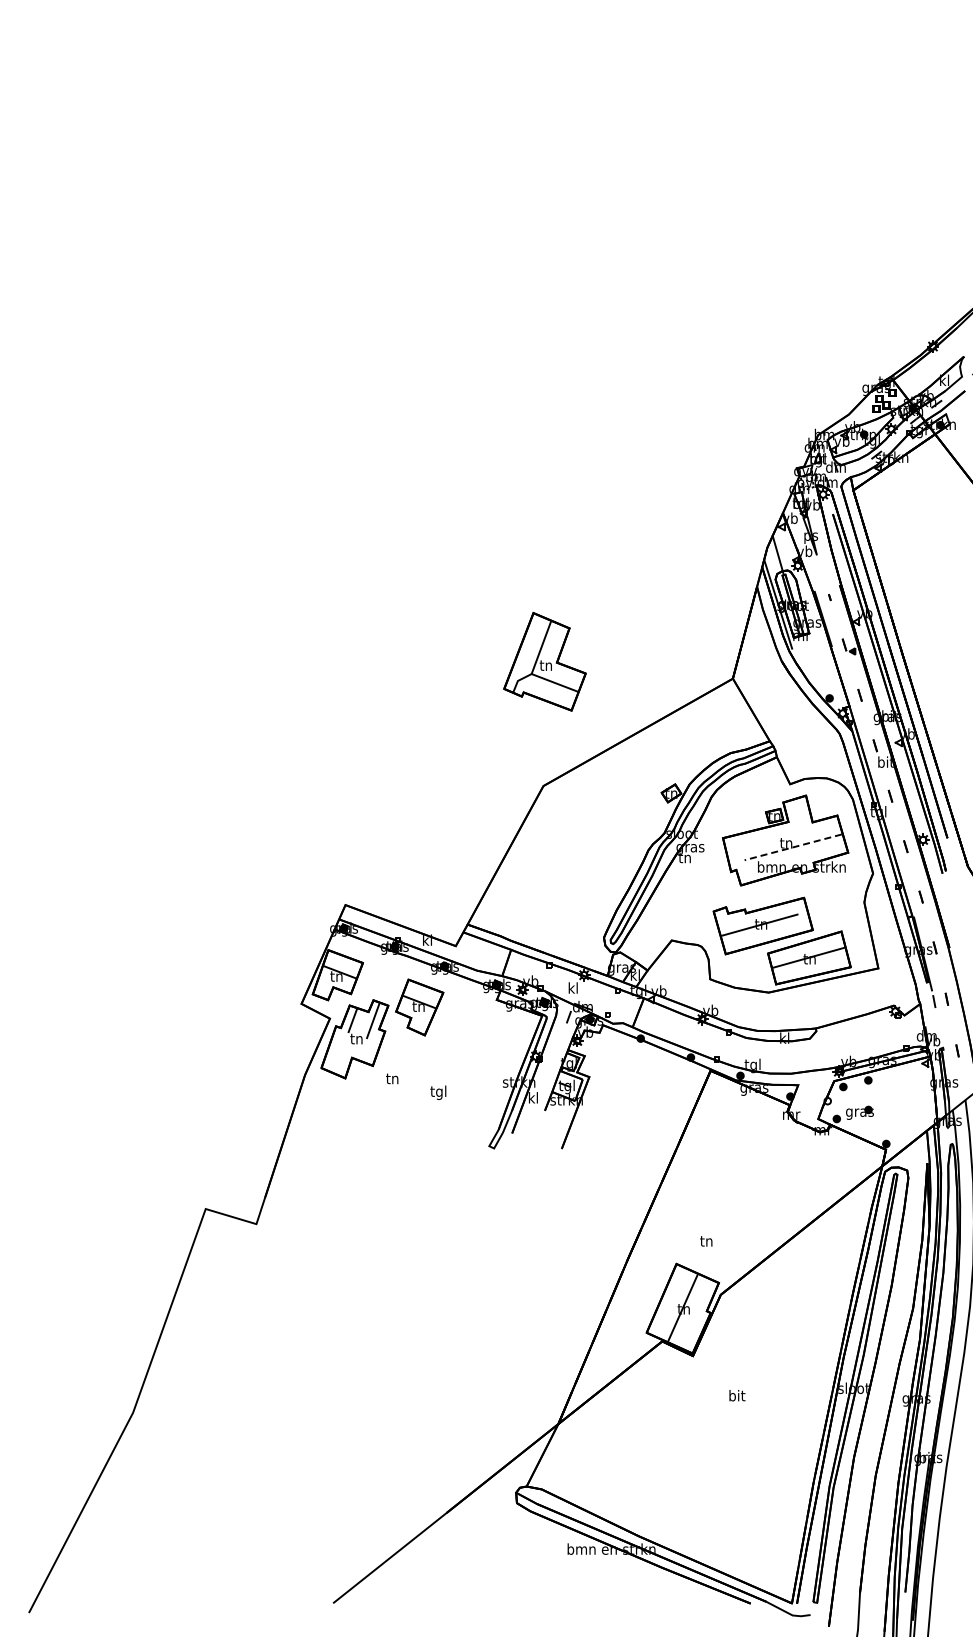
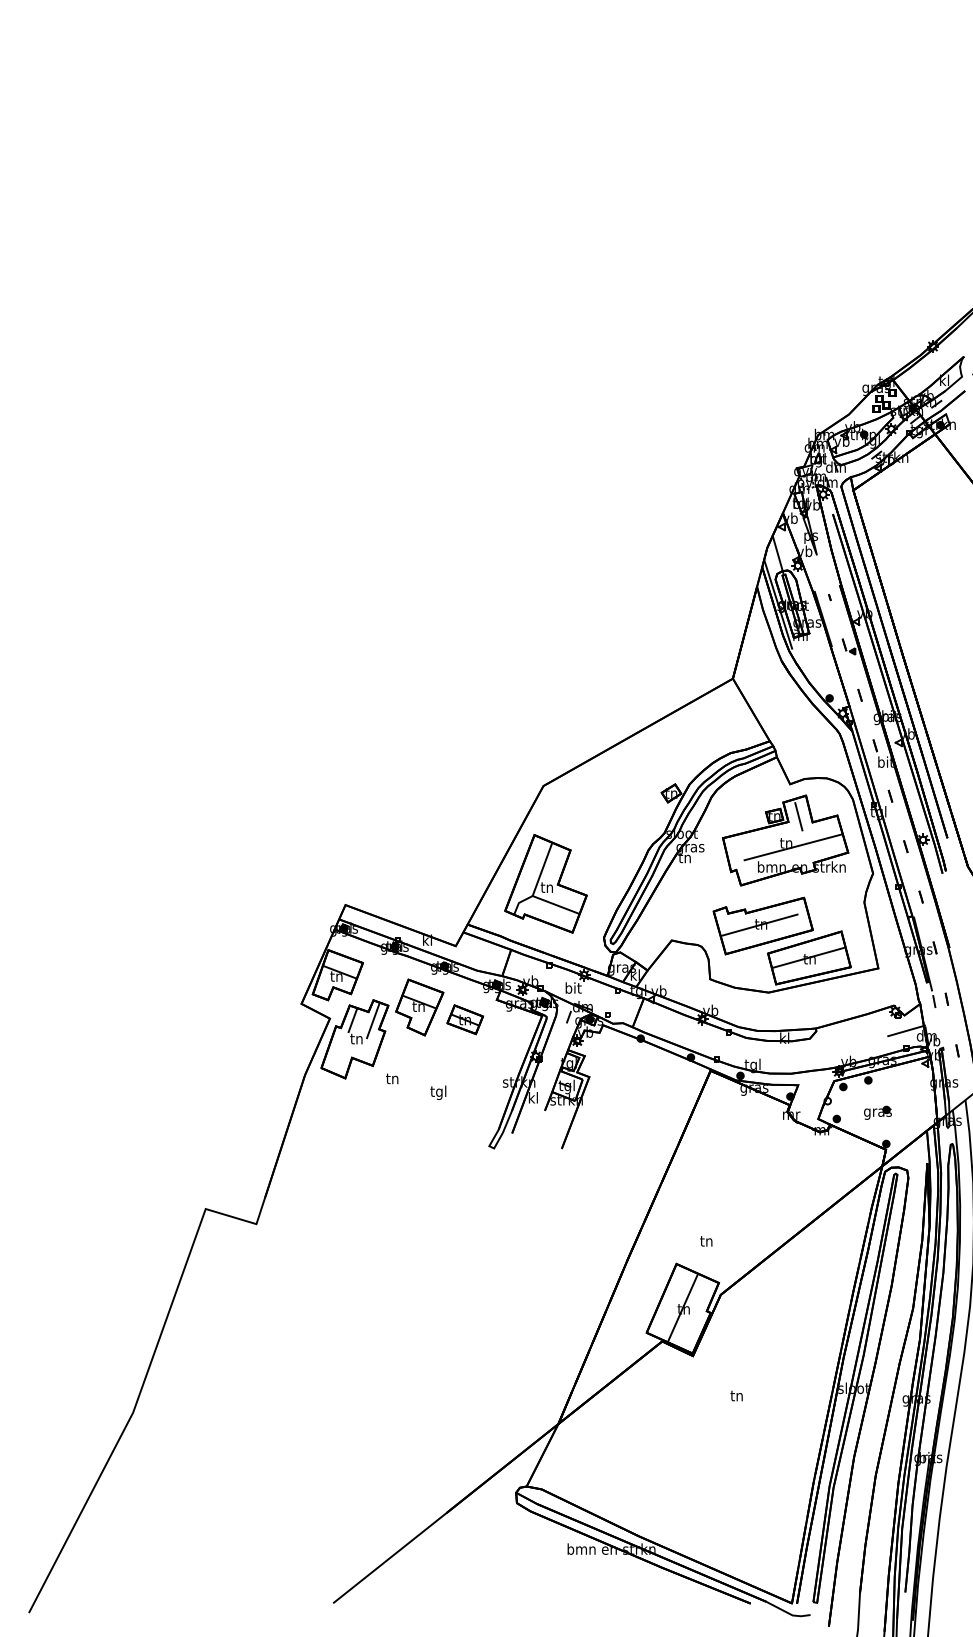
part at (544, 661) position: (544, 661) -> (545, 883)
line at (798, 816): none -> present
line at (792, 847): dashed -> solid
text at (573, 987): kl -> bit
part at (465, 1019): none -> present
line at (906, 1030): none -> present
part at (859, 1112) position: (859, 1112) -> (877, 1112)
text at (737, 1395): bit -> tn
